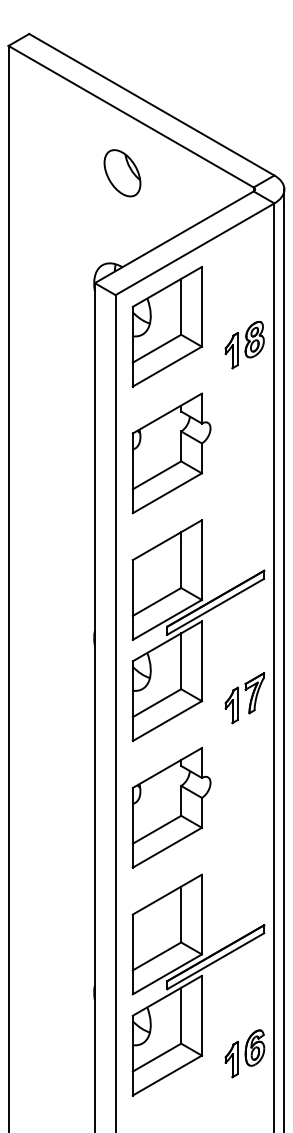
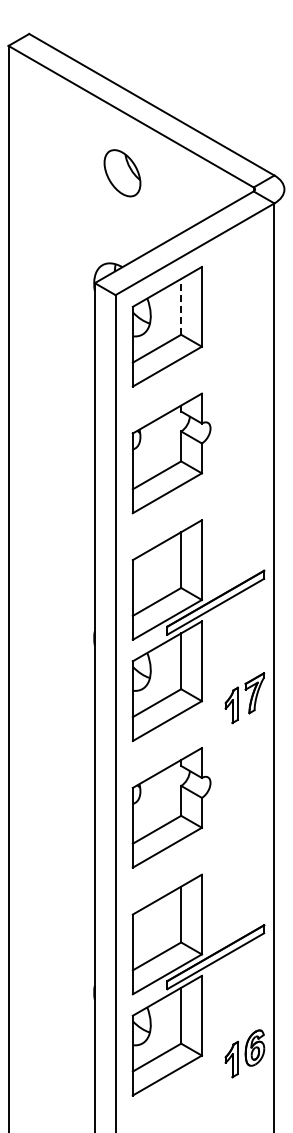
line at (181, 306): solid -> dashed
part at (244, 345): present -> none
line at (284, 659): present -> none
